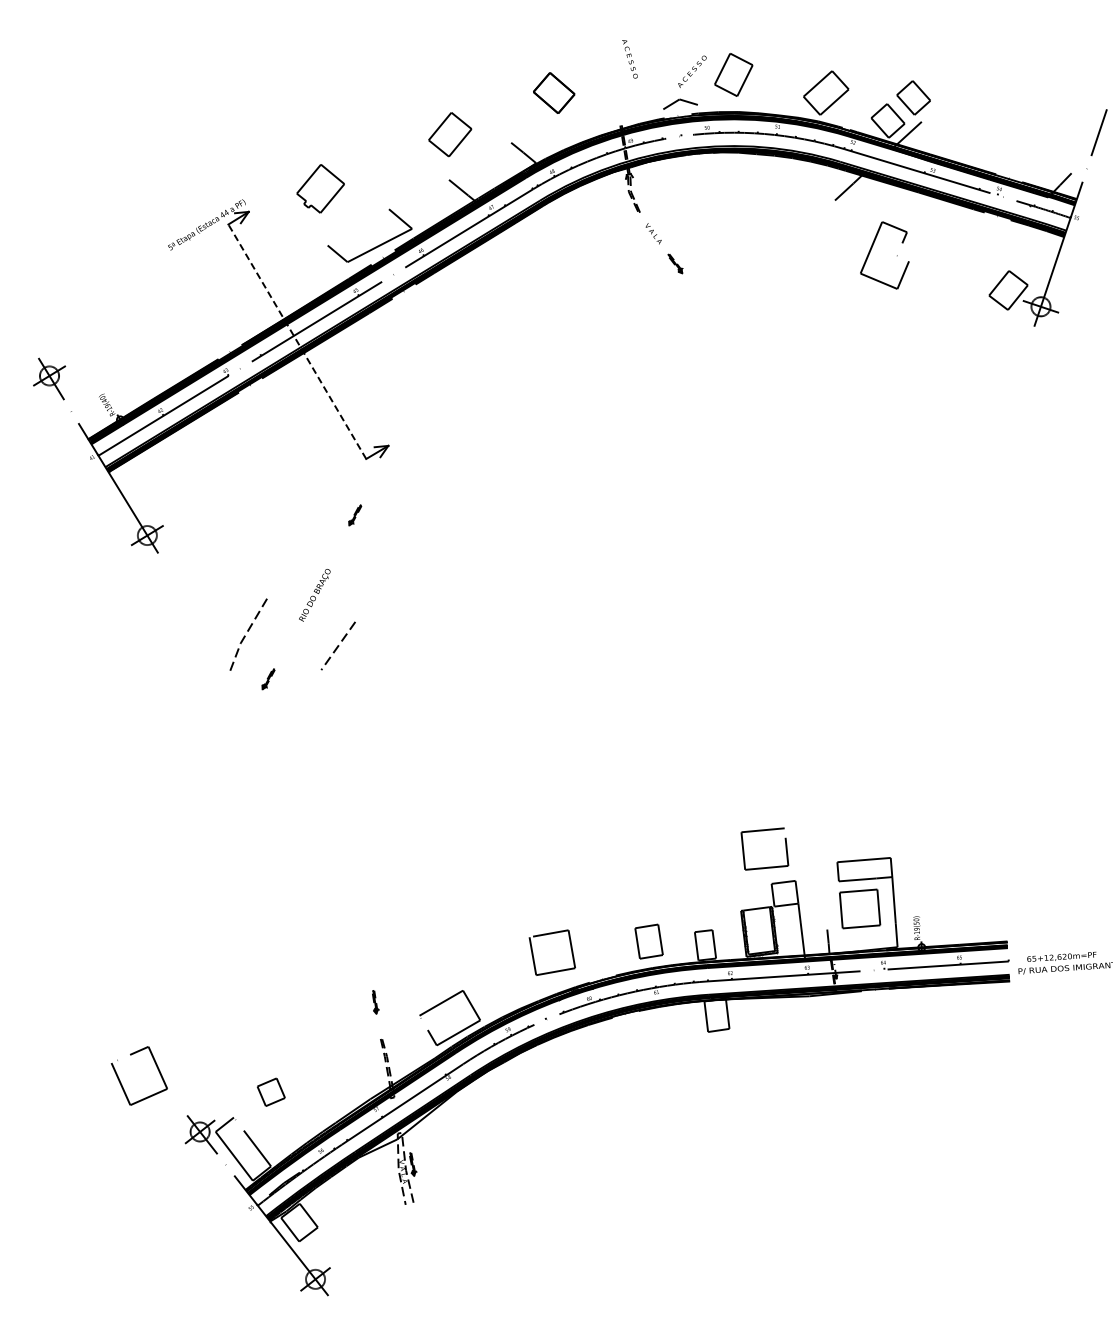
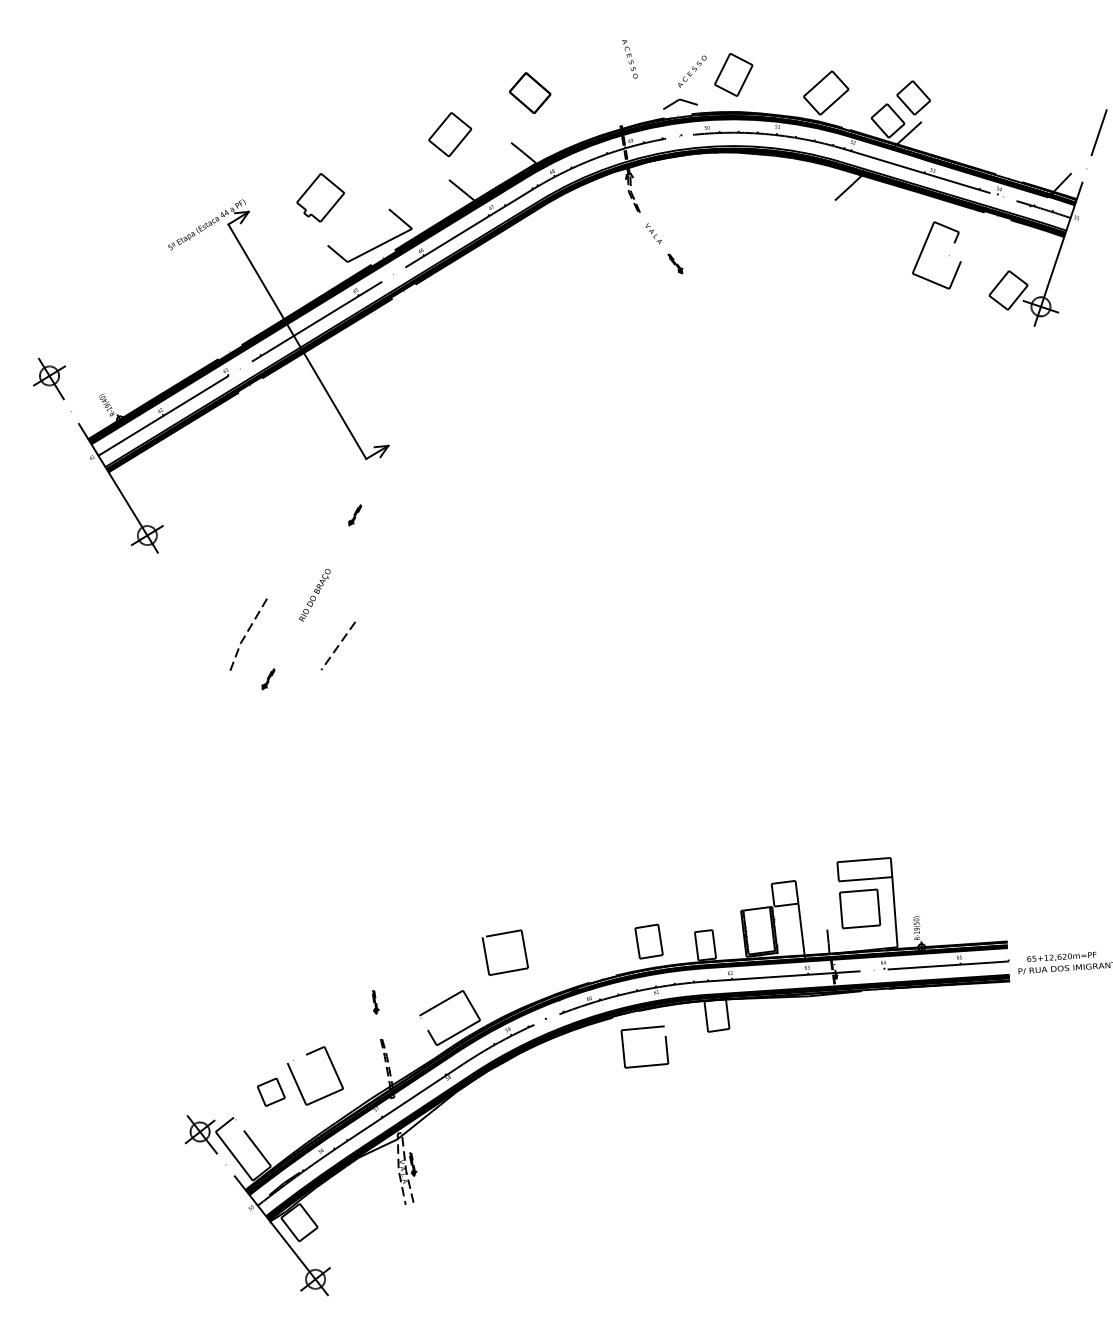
part at (554, 92) position: (554, 92) -> (530, 92)
part at (320, 188) position: (320, 188) -> (320, 197)
part at (897, 255) position: (897, 255) -> (949, 255)
line at (297, 341): dashed -> solid
part at (764, 831) position: (764, 831) -> (644, 1029)
part at (546, 935) position: (546, 935) -> (499, 935)
part at (122, 1084) position: (122, 1084) -> (298, 1084)
